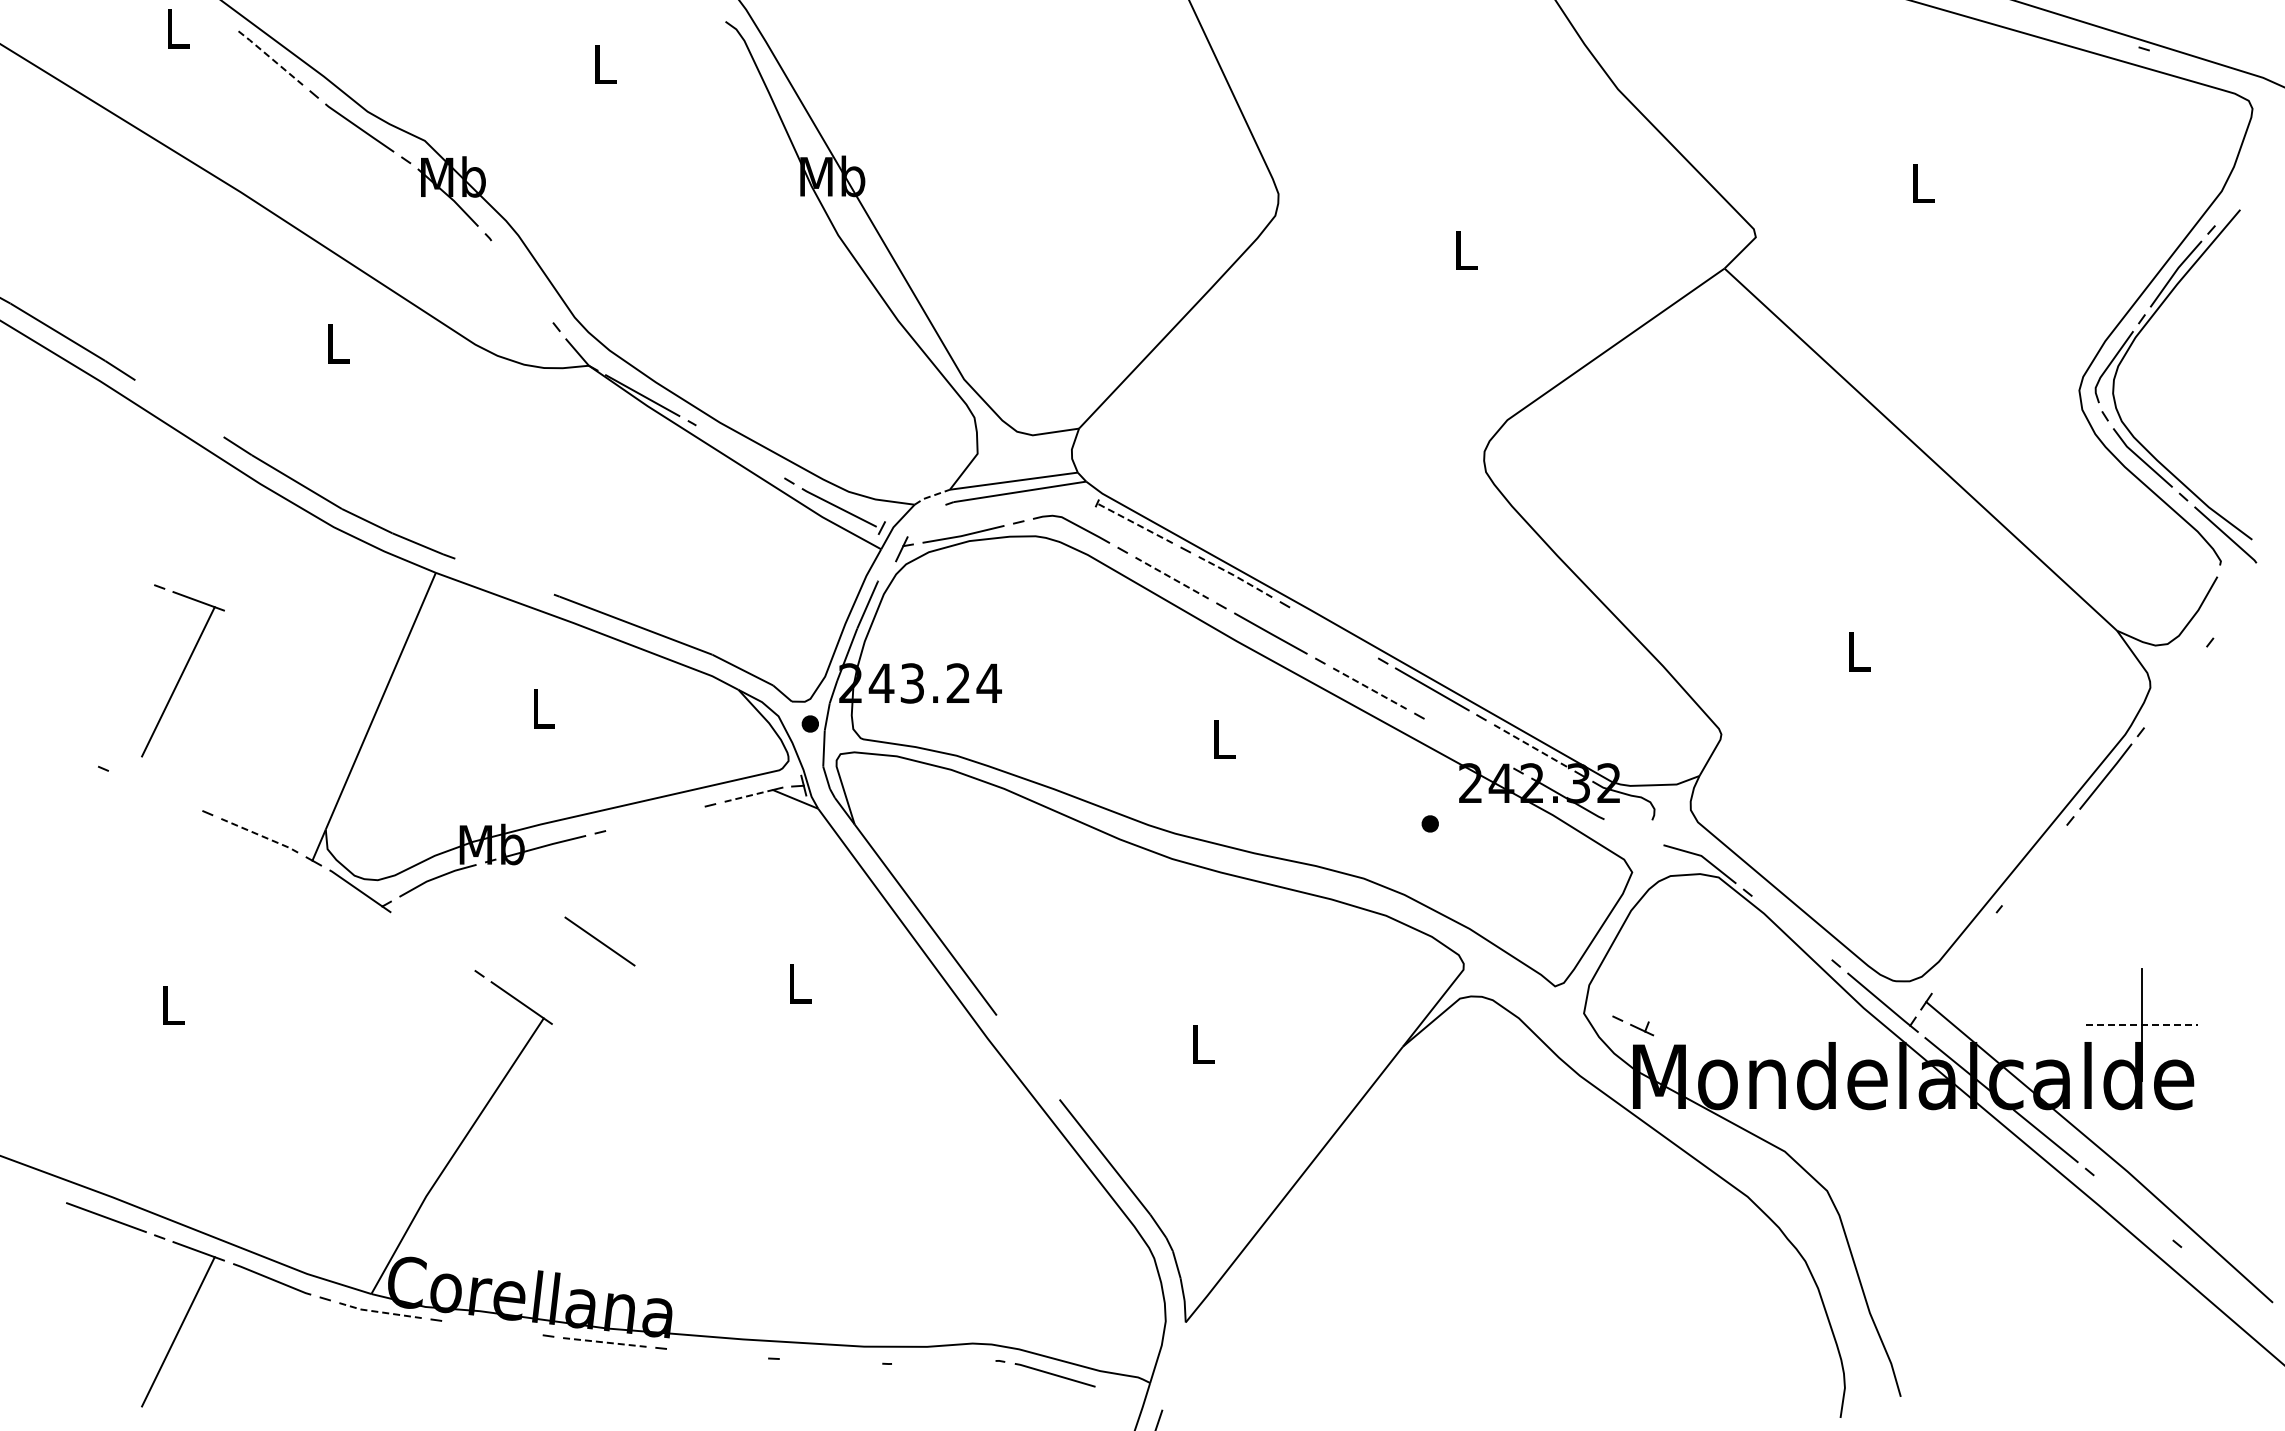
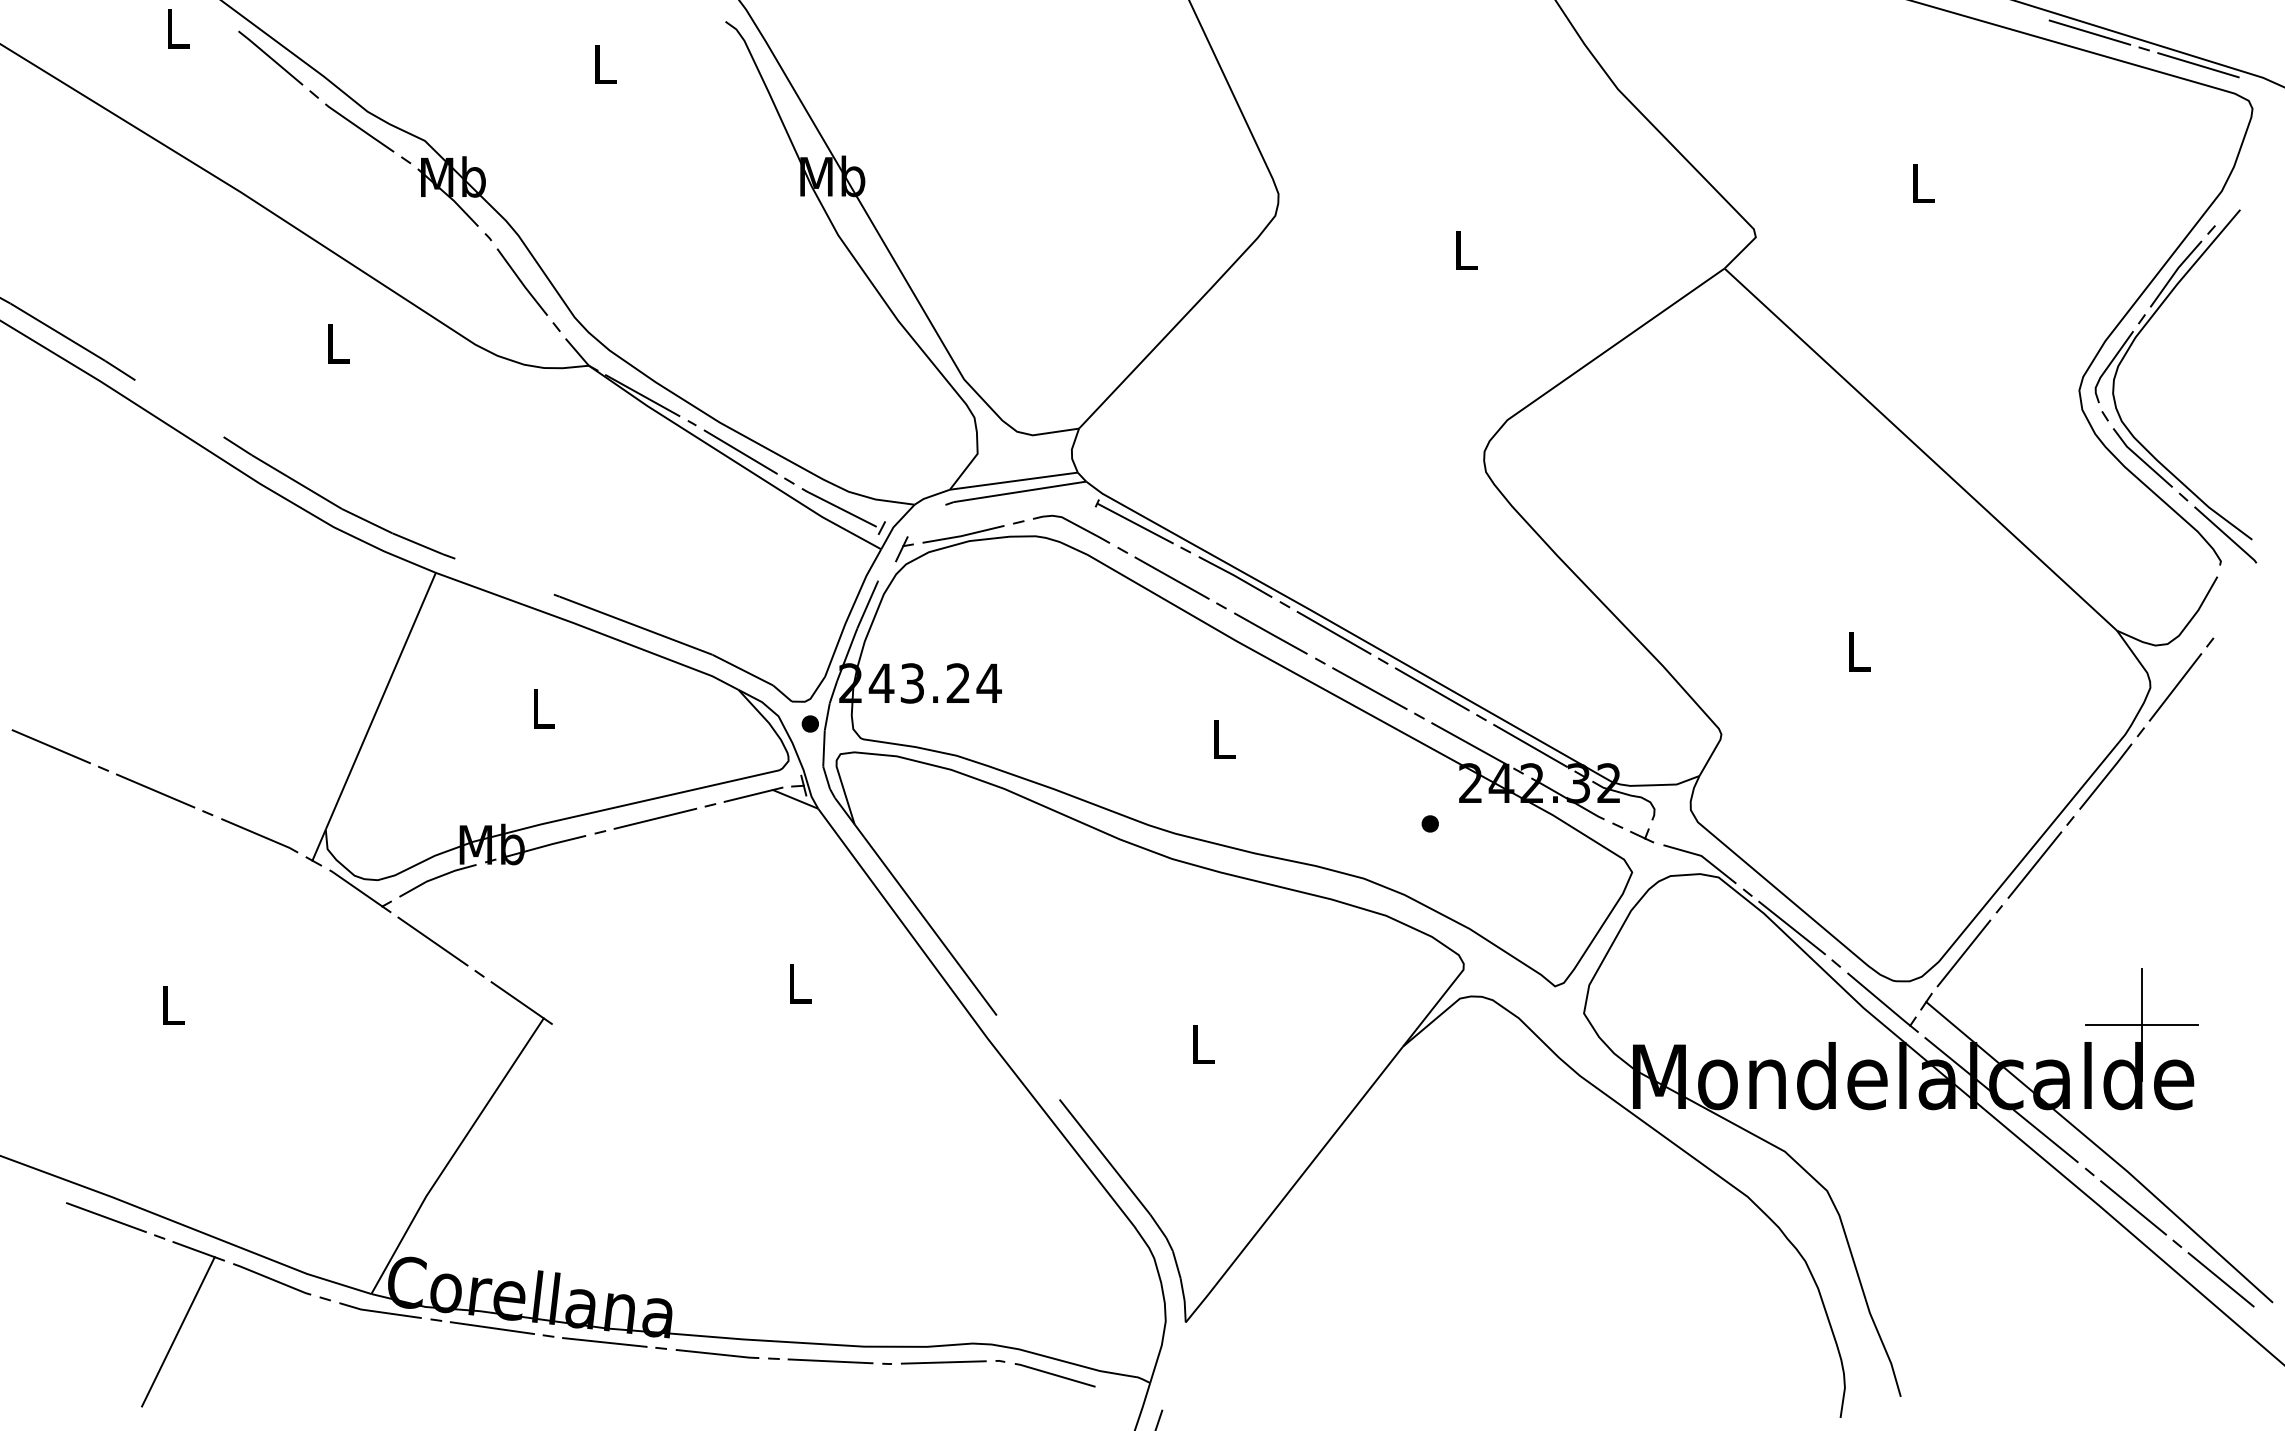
line at (2089, 32): none -> present
line at (270, 57): dashed -> solid
line at (2198, 65): none -> present
line at (521, 281): none -> present
line at (740, 451): none -> present
line at (931, 496): dashed -> solid
line at (1135, 523): dashed -> solid
line at (1235, 576): dashed -> solid
line at (1172, 578): dashed -> solid
line at (1333, 632): none -> present
part at (182, 670): present -> none
line at (2175, 687): none -> present
line at (1369, 688): dashed -> solid
line at (1468, 743): none -> present
line at (1530, 745): dashed -> solid
line at (50, 746): none -> present
line at (155, 790): none -> present
line at (748, 795): dashed -> solid
line at (655, 818): none -> present
line at (260, 835): dashed -> solid
line at (2034, 864): none -> present
line at (1791, 927): none -> present
line at (599, 941) position: (599, 941) -> (432, 941)
line at (1963, 953): none -> present
part at (1633, 1025) position: (1633, 1025) -> (1633, 832)
line at (2142, 1025): dashed -> solid
line at (2133, 1207): none -> present
line at (2220, 1279): none -> present
line at (379, 1312): dashed -> solid
line at (491, 1328): none -> present
line at (604, 1342): dashed -> solid
line at (717, 1353): none -> present
line at (830, 1361): none -> present
line at (943, 1362): none -> present
